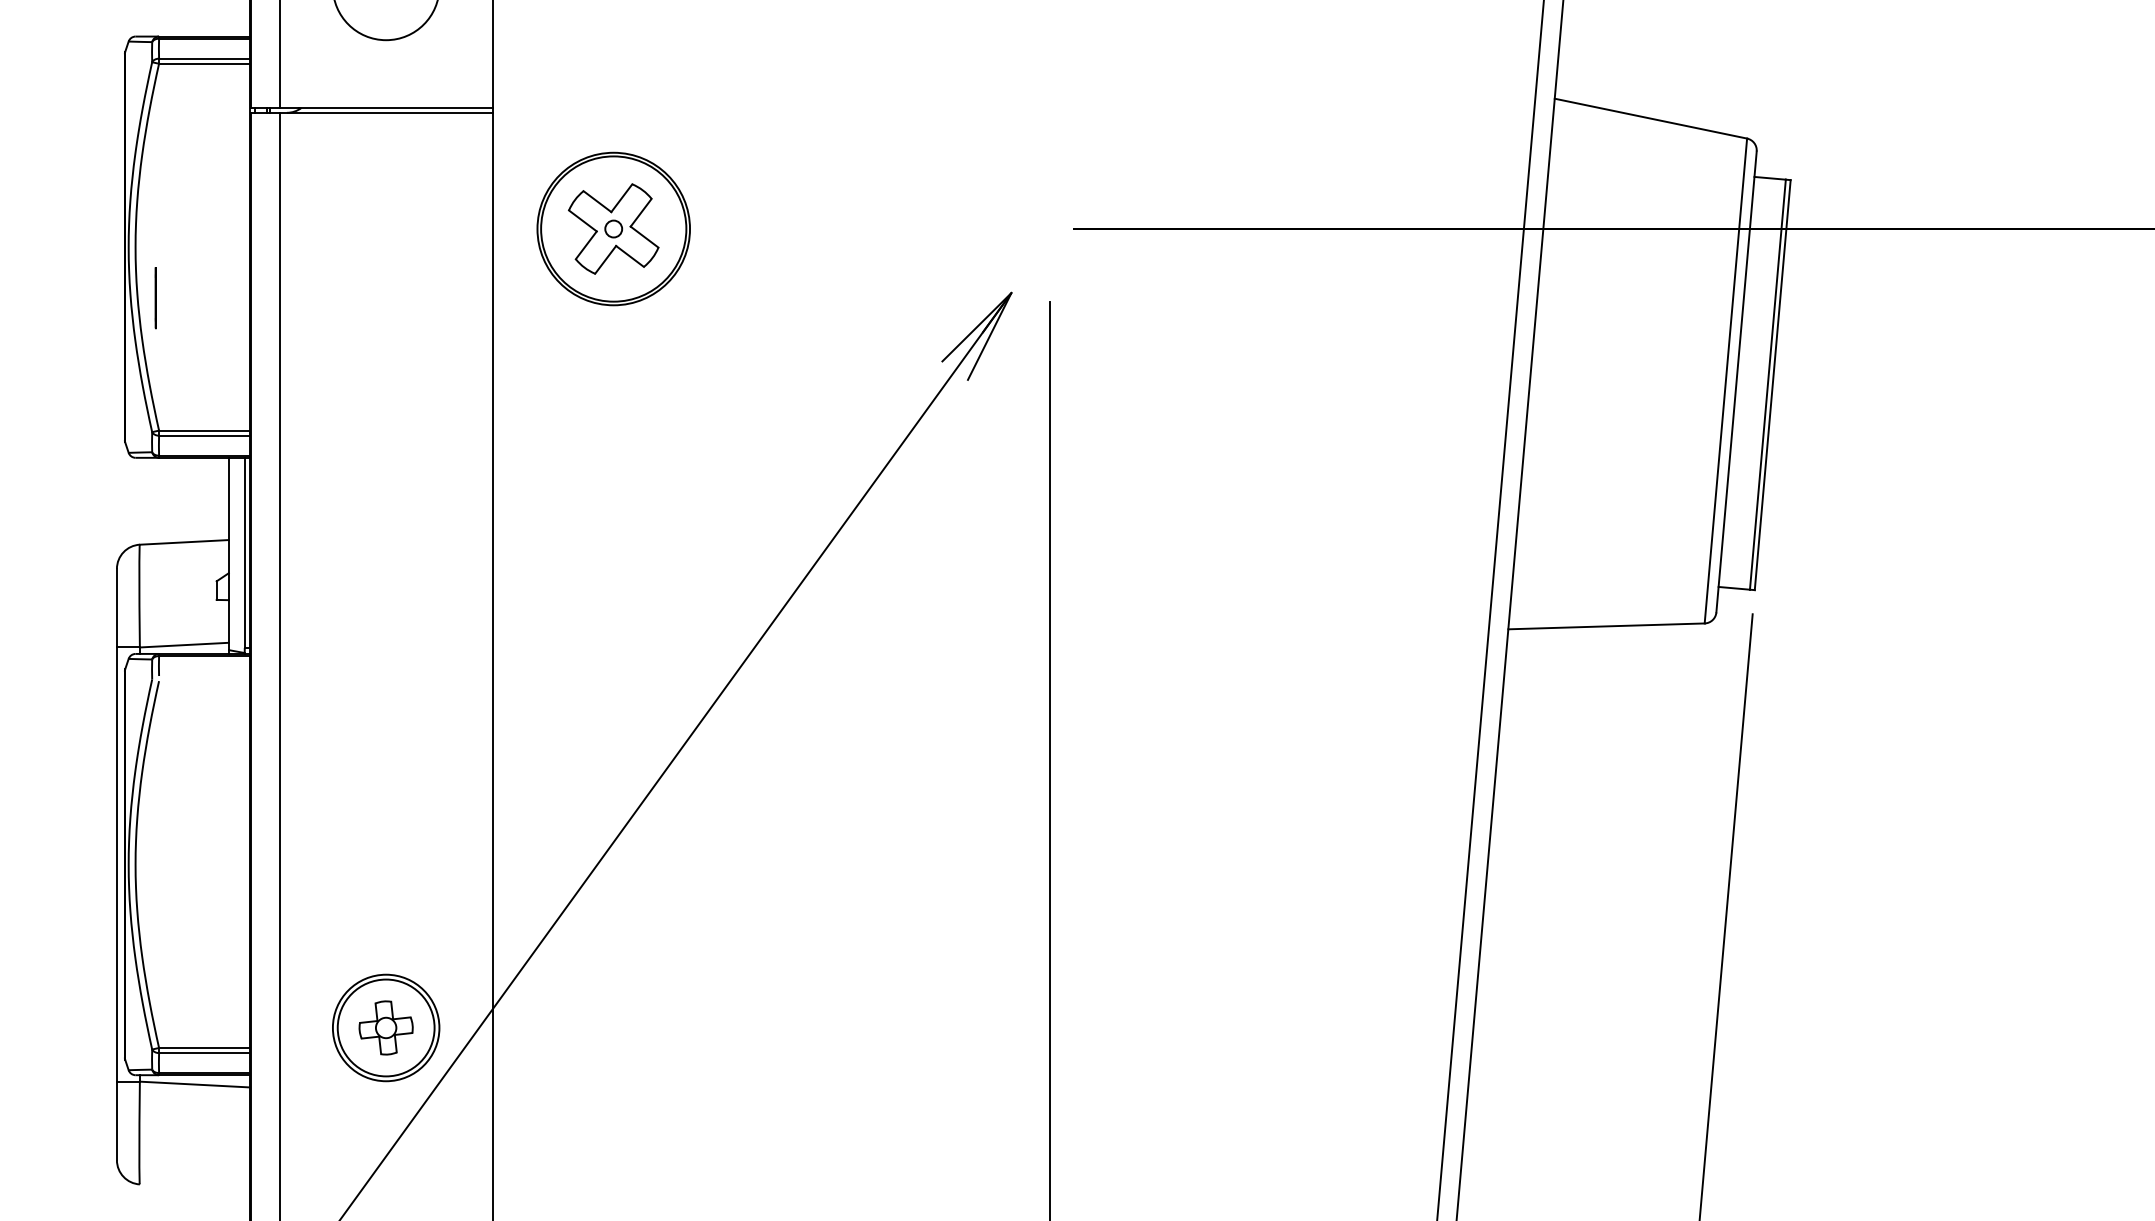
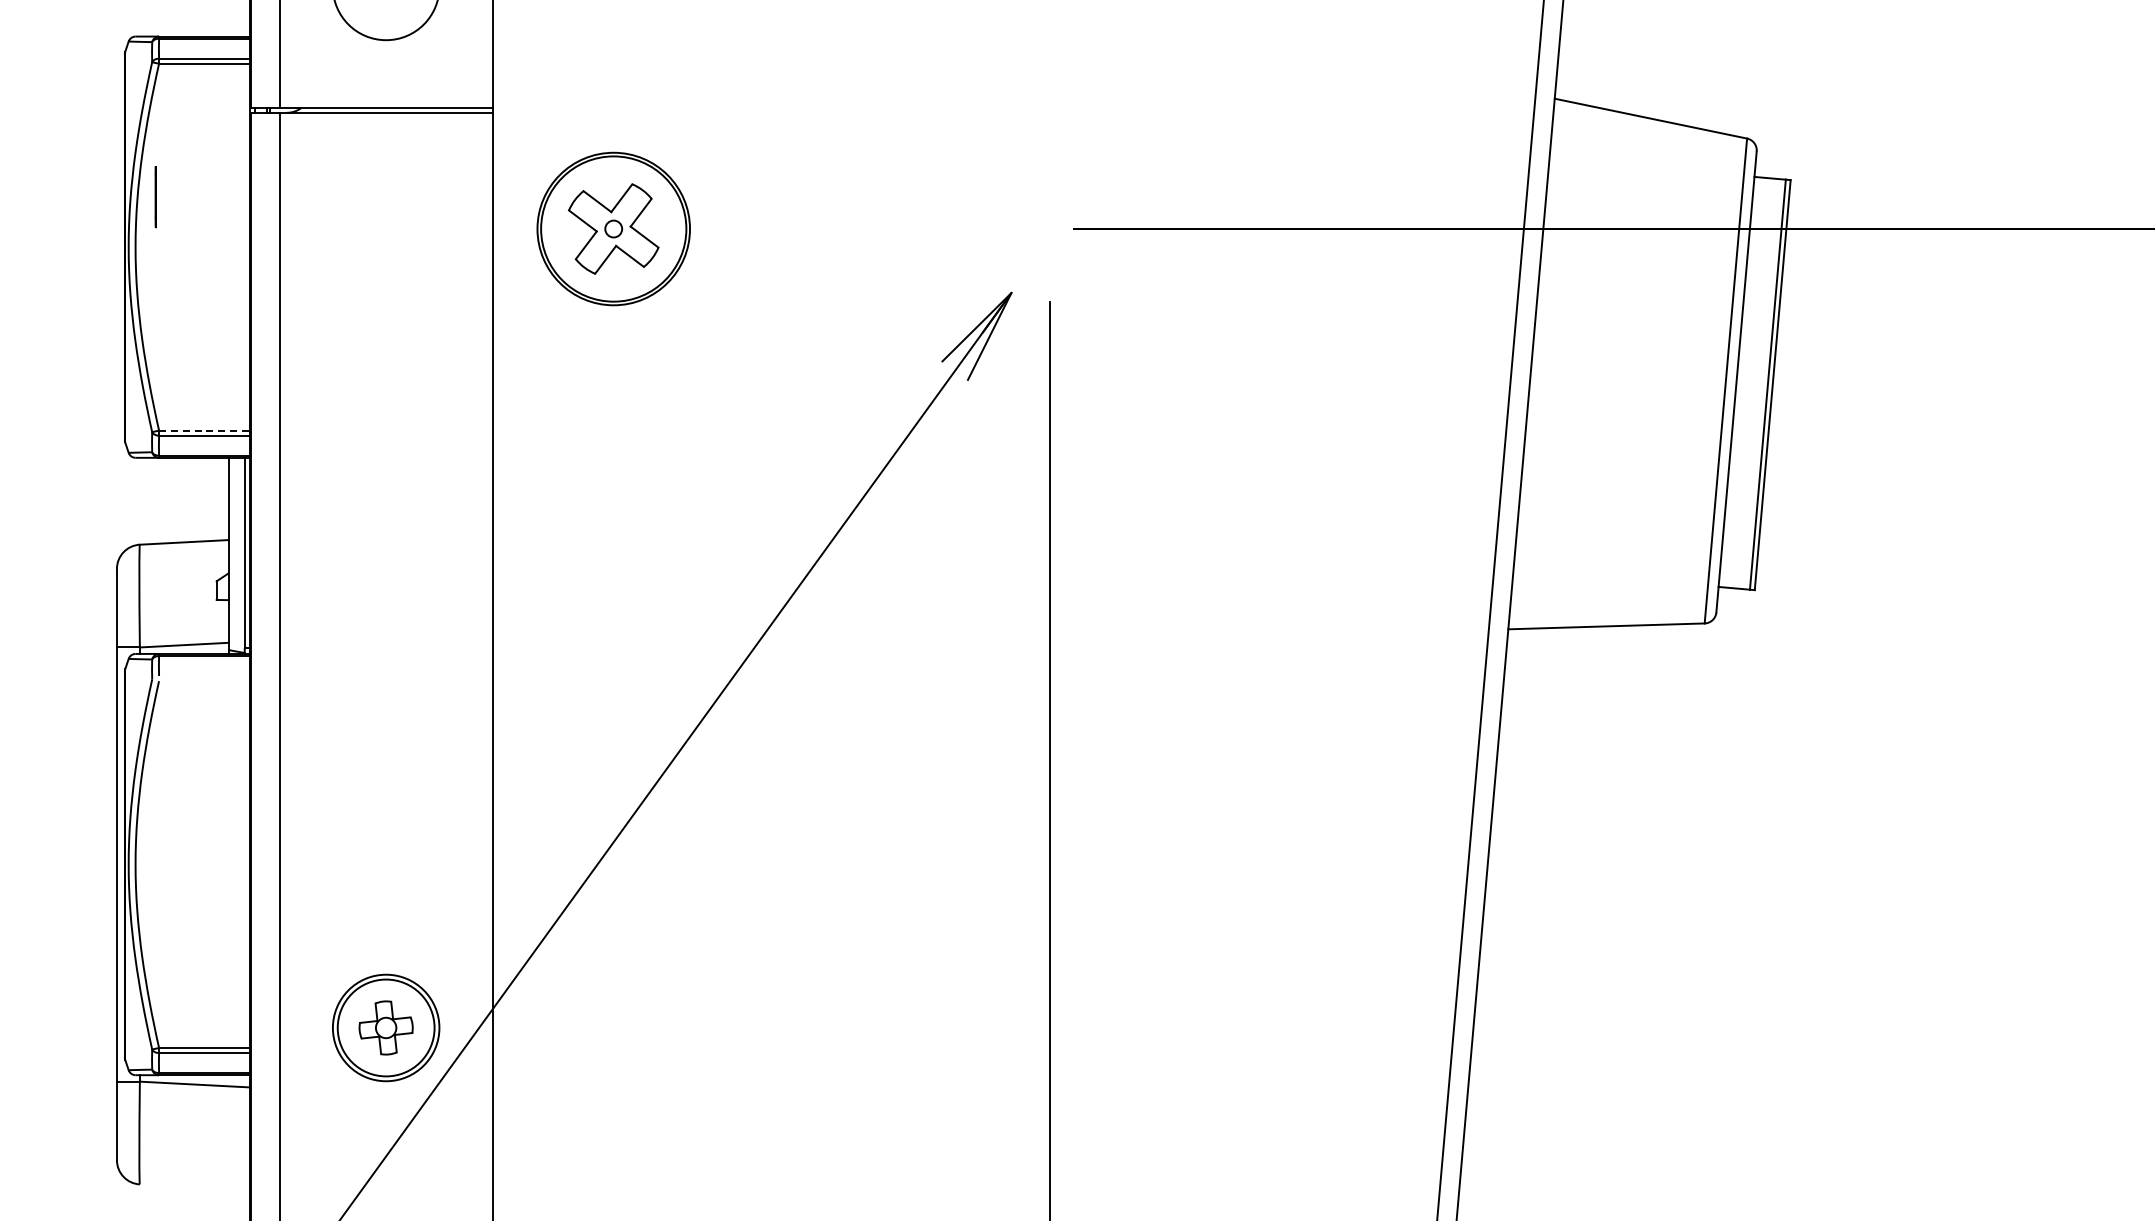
line at (155, 298) position: (155, 298) -> (155, 197)
line at (204, 430): solid -> dashed
line at (1725, 915): present -> none
